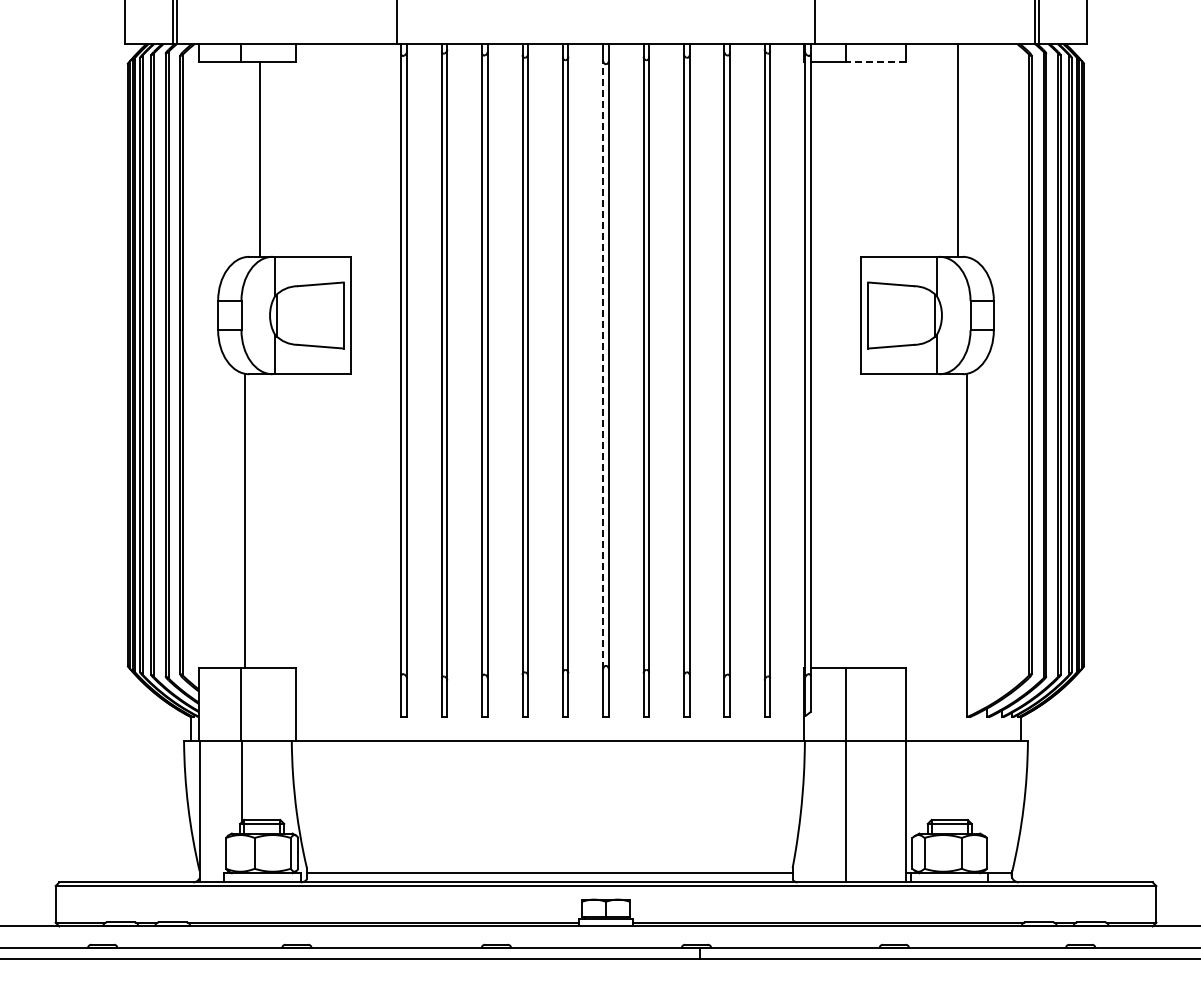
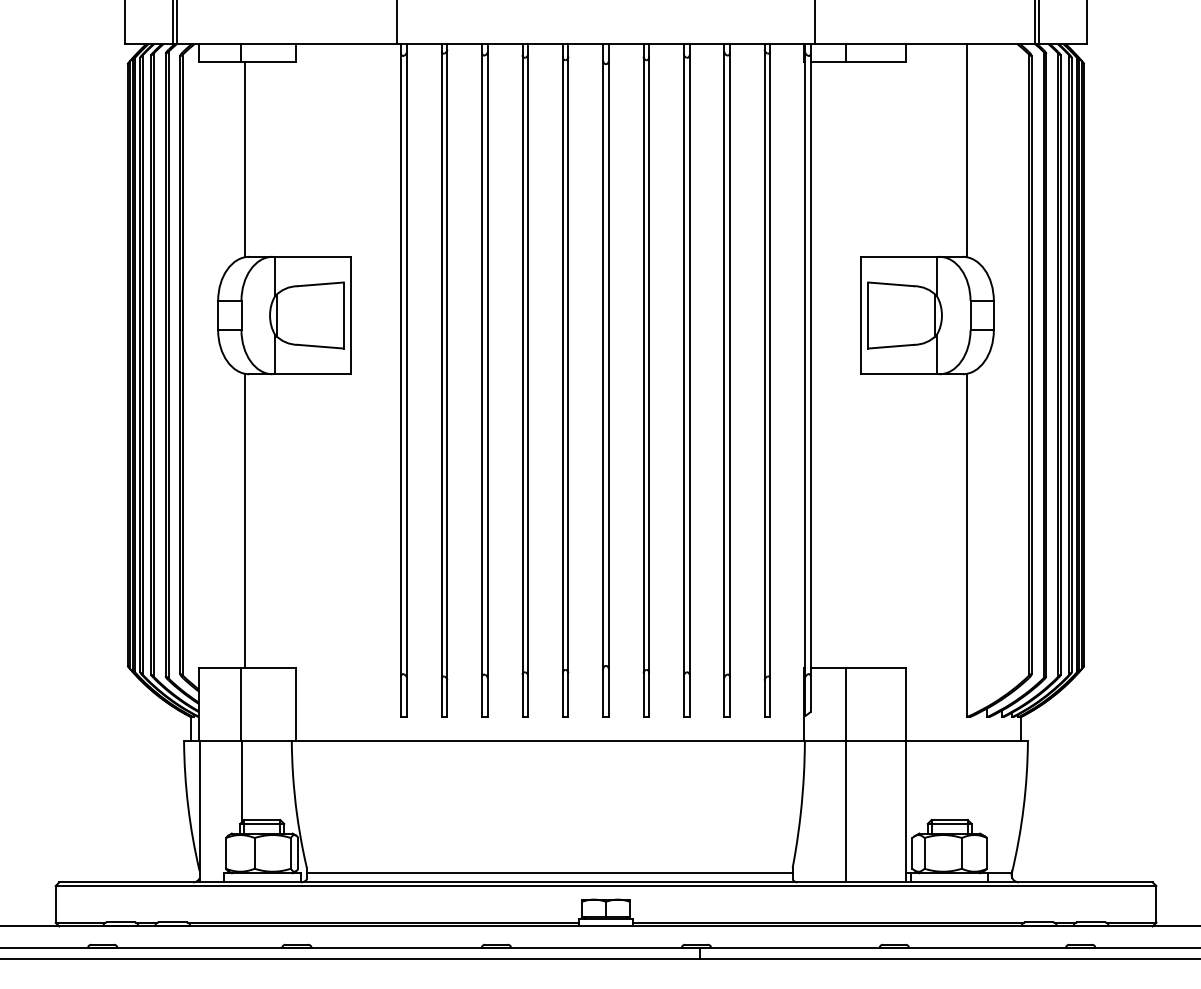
line at (875, 62): dashed -> solid
line at (957, 150) position: (957, 150) -> (966, 150)
line at (260, 159) position: (260, 159) -> (245, 159)
line at (603, 364): dashed -> solid
